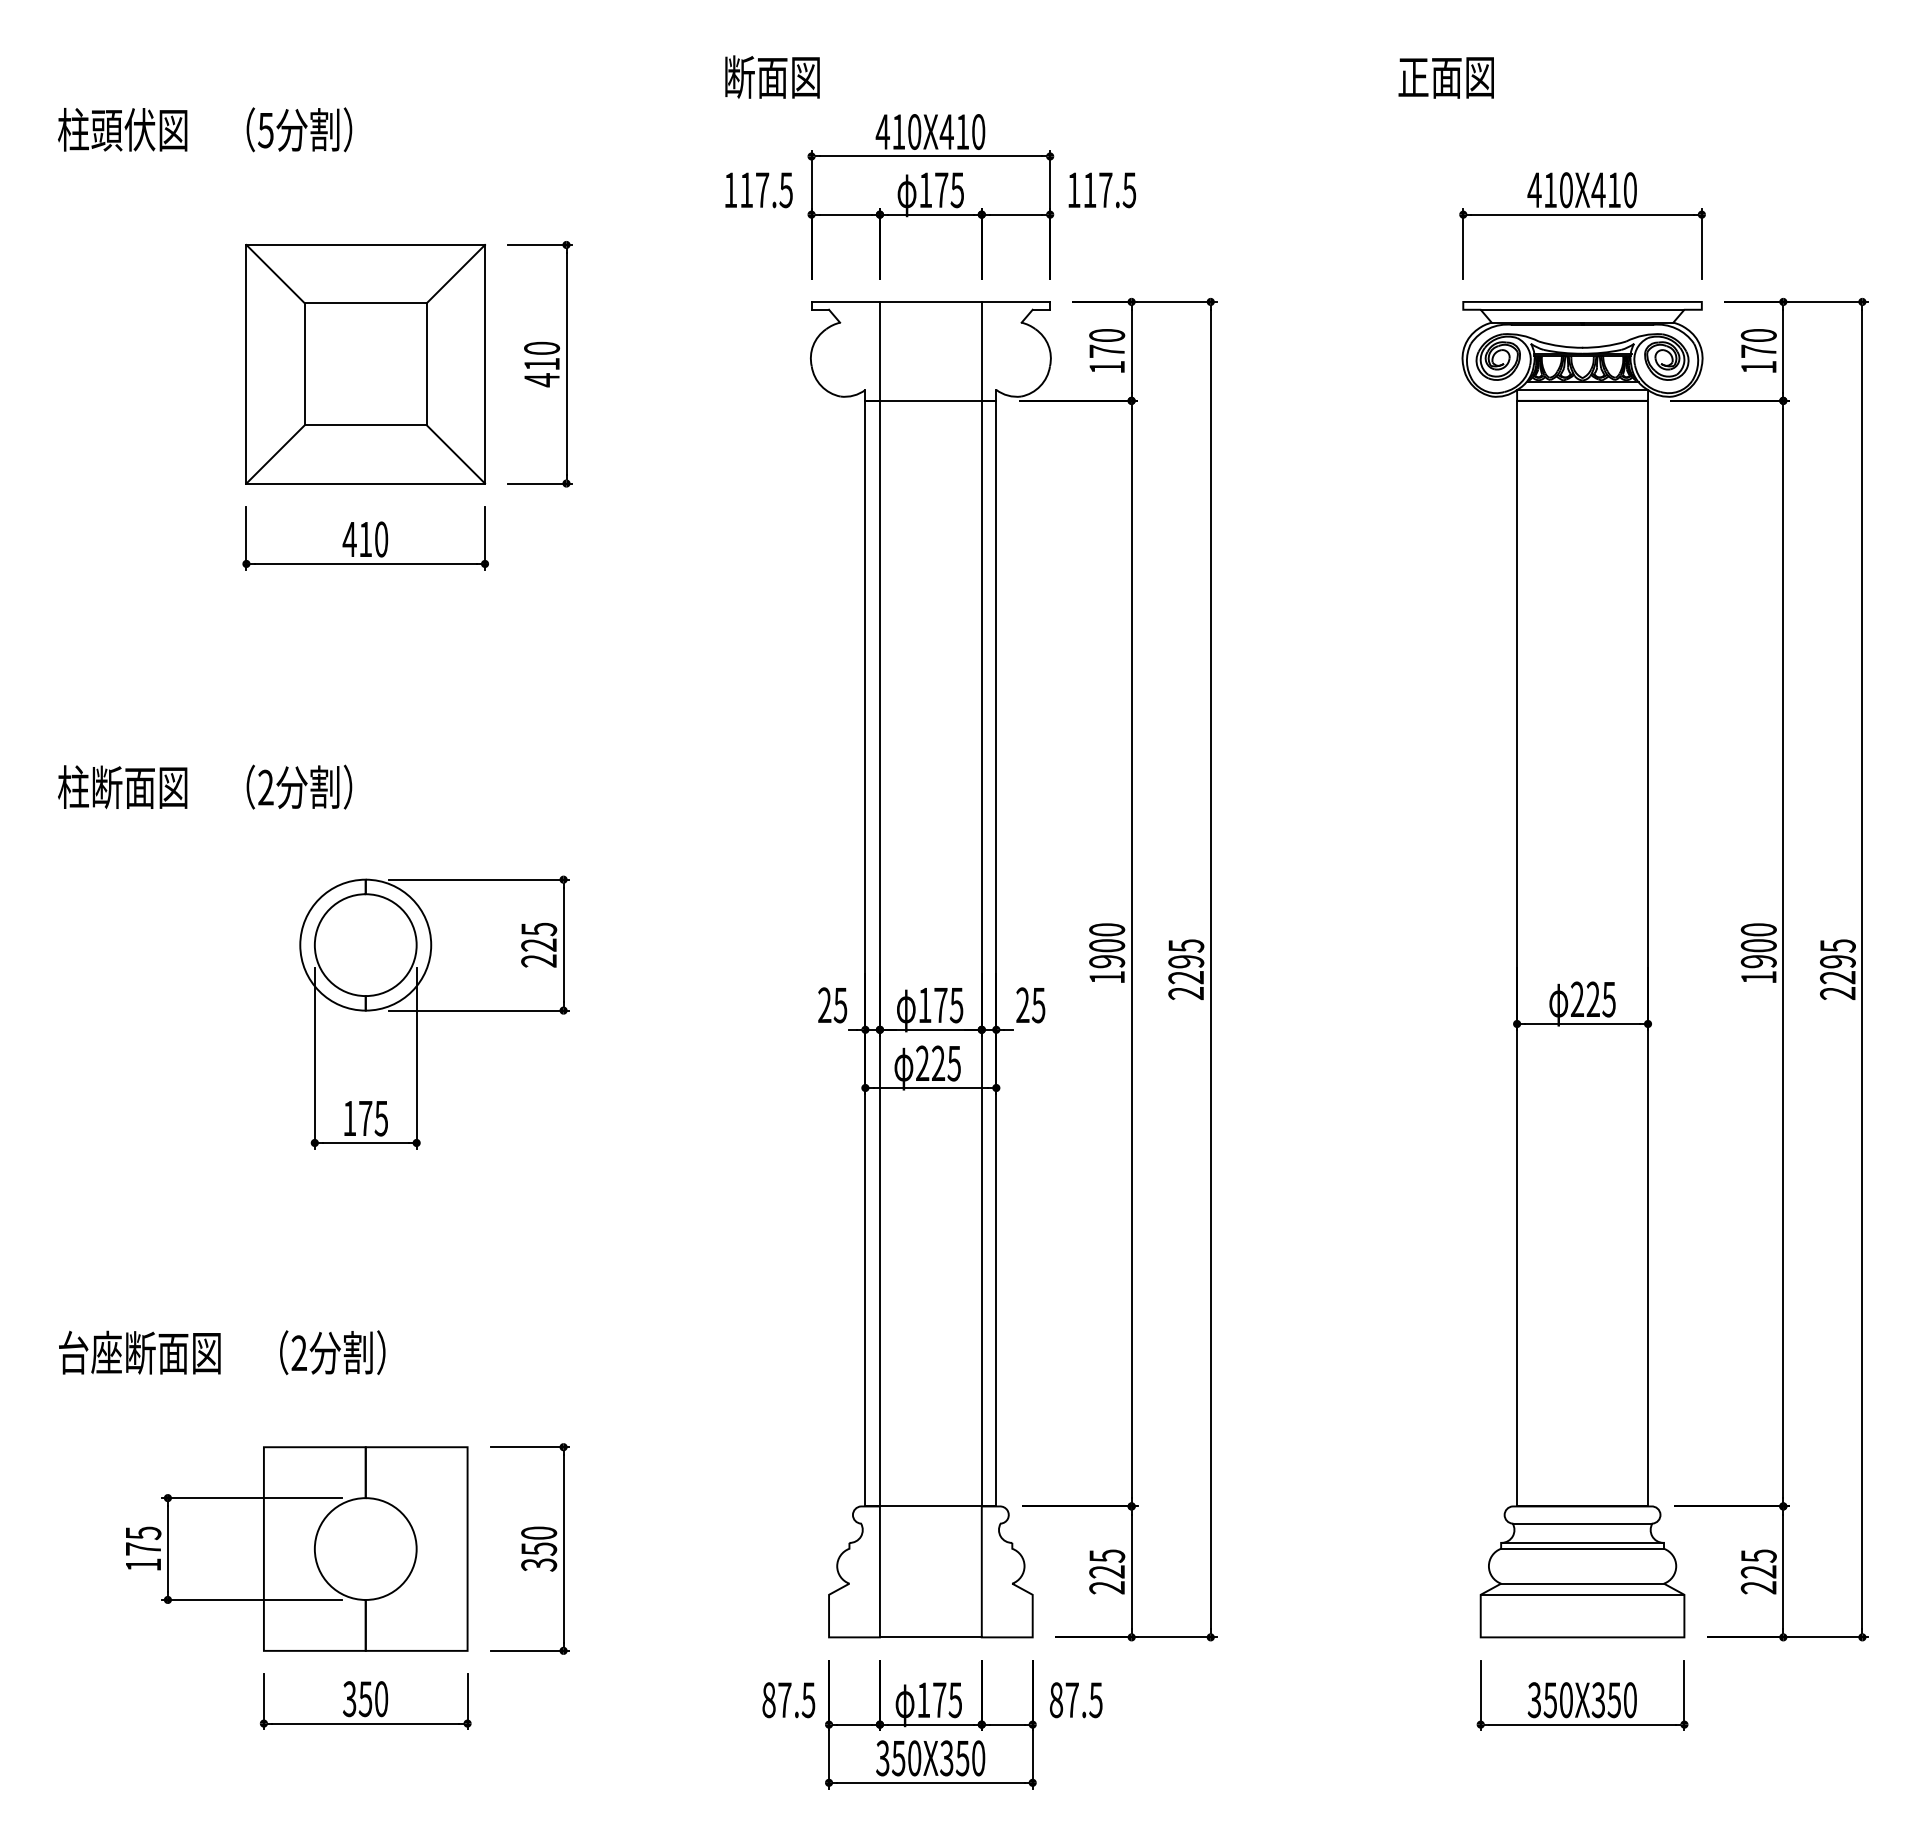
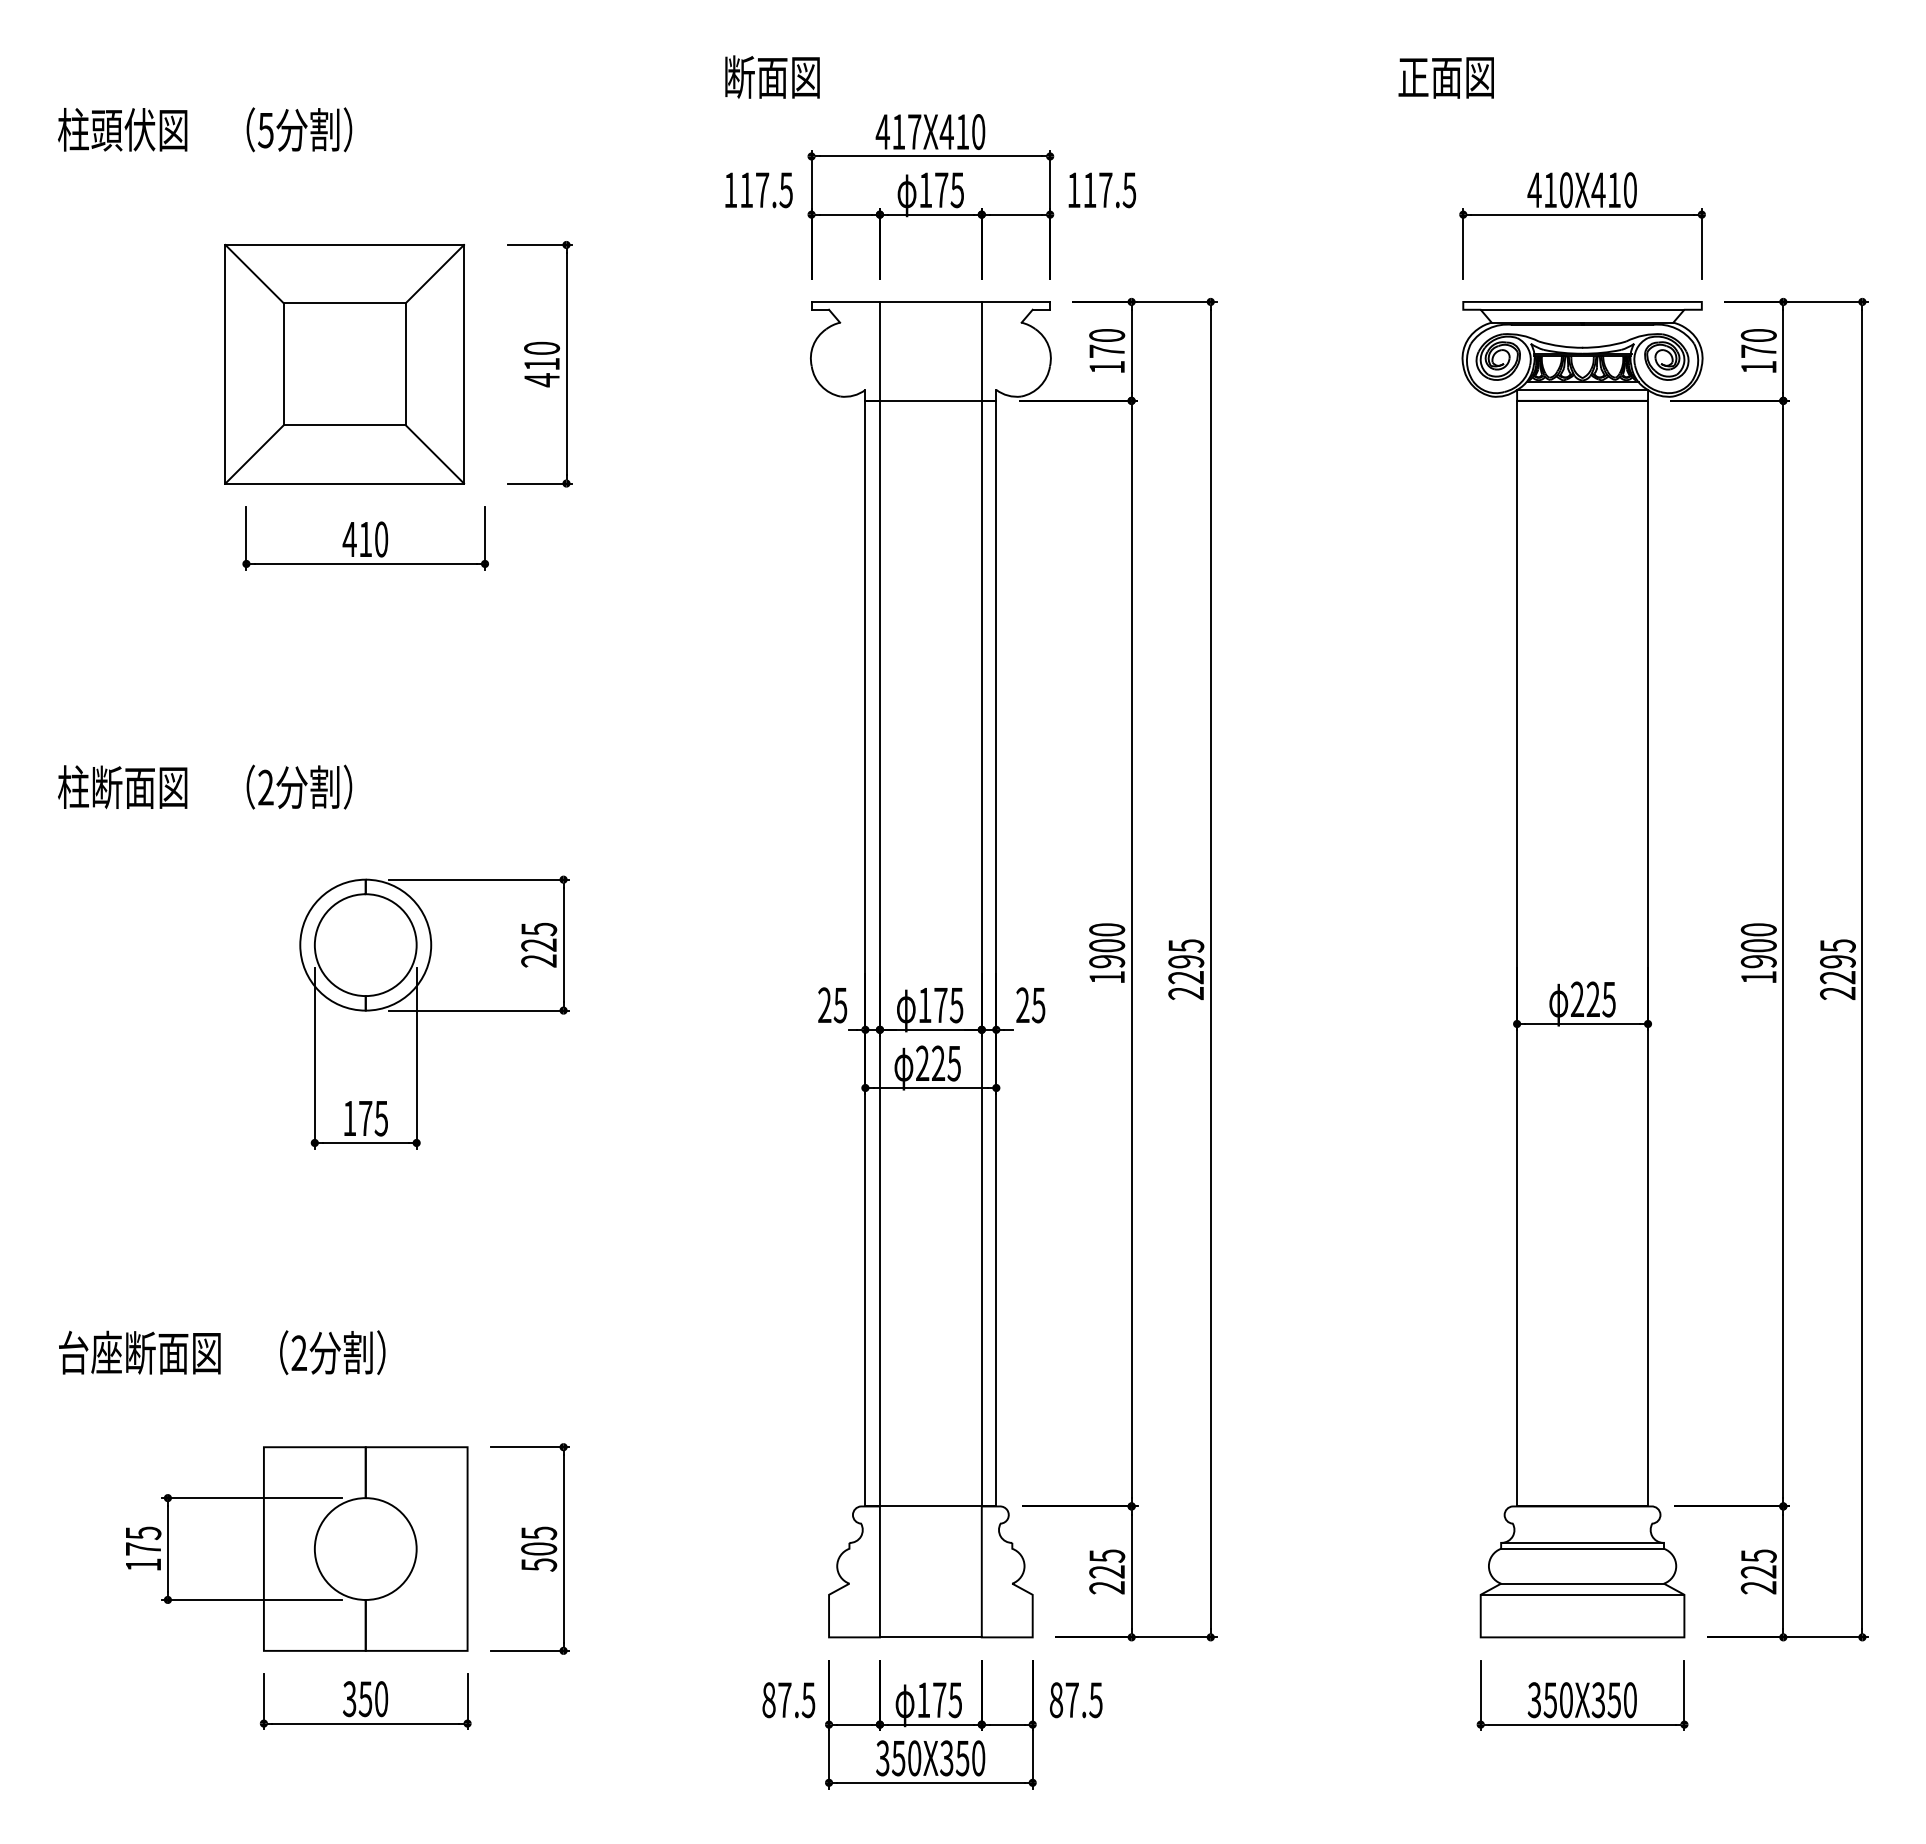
text at (914, 131): 410X410 -> 417X410
part at (365, 363) position: (365, 363) -> (344, 363)
line at (1582, 1523): present -> none
text at (539, 1548): 350 -> 505
